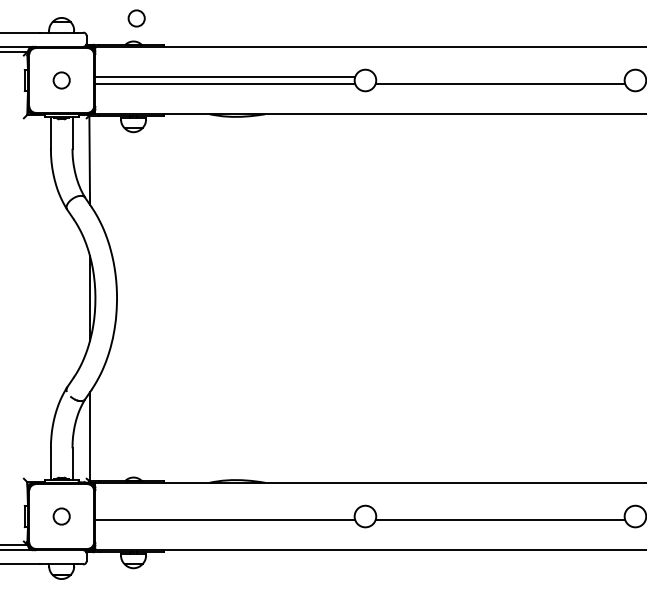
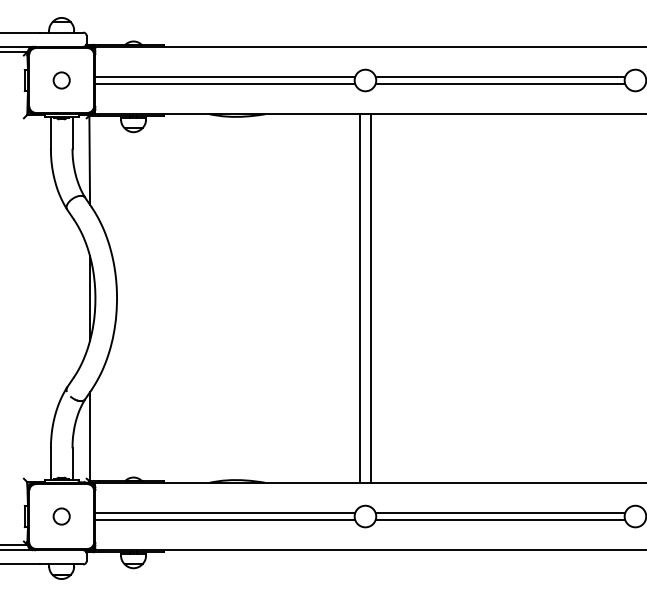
circle at (136, 18): present -> none
line at (500, 77): none -> present
line at (360, 298): none -> present
line at (370, 298): none -> present
line at (225, 513): none -> present
line at (500, 513): none -> present
